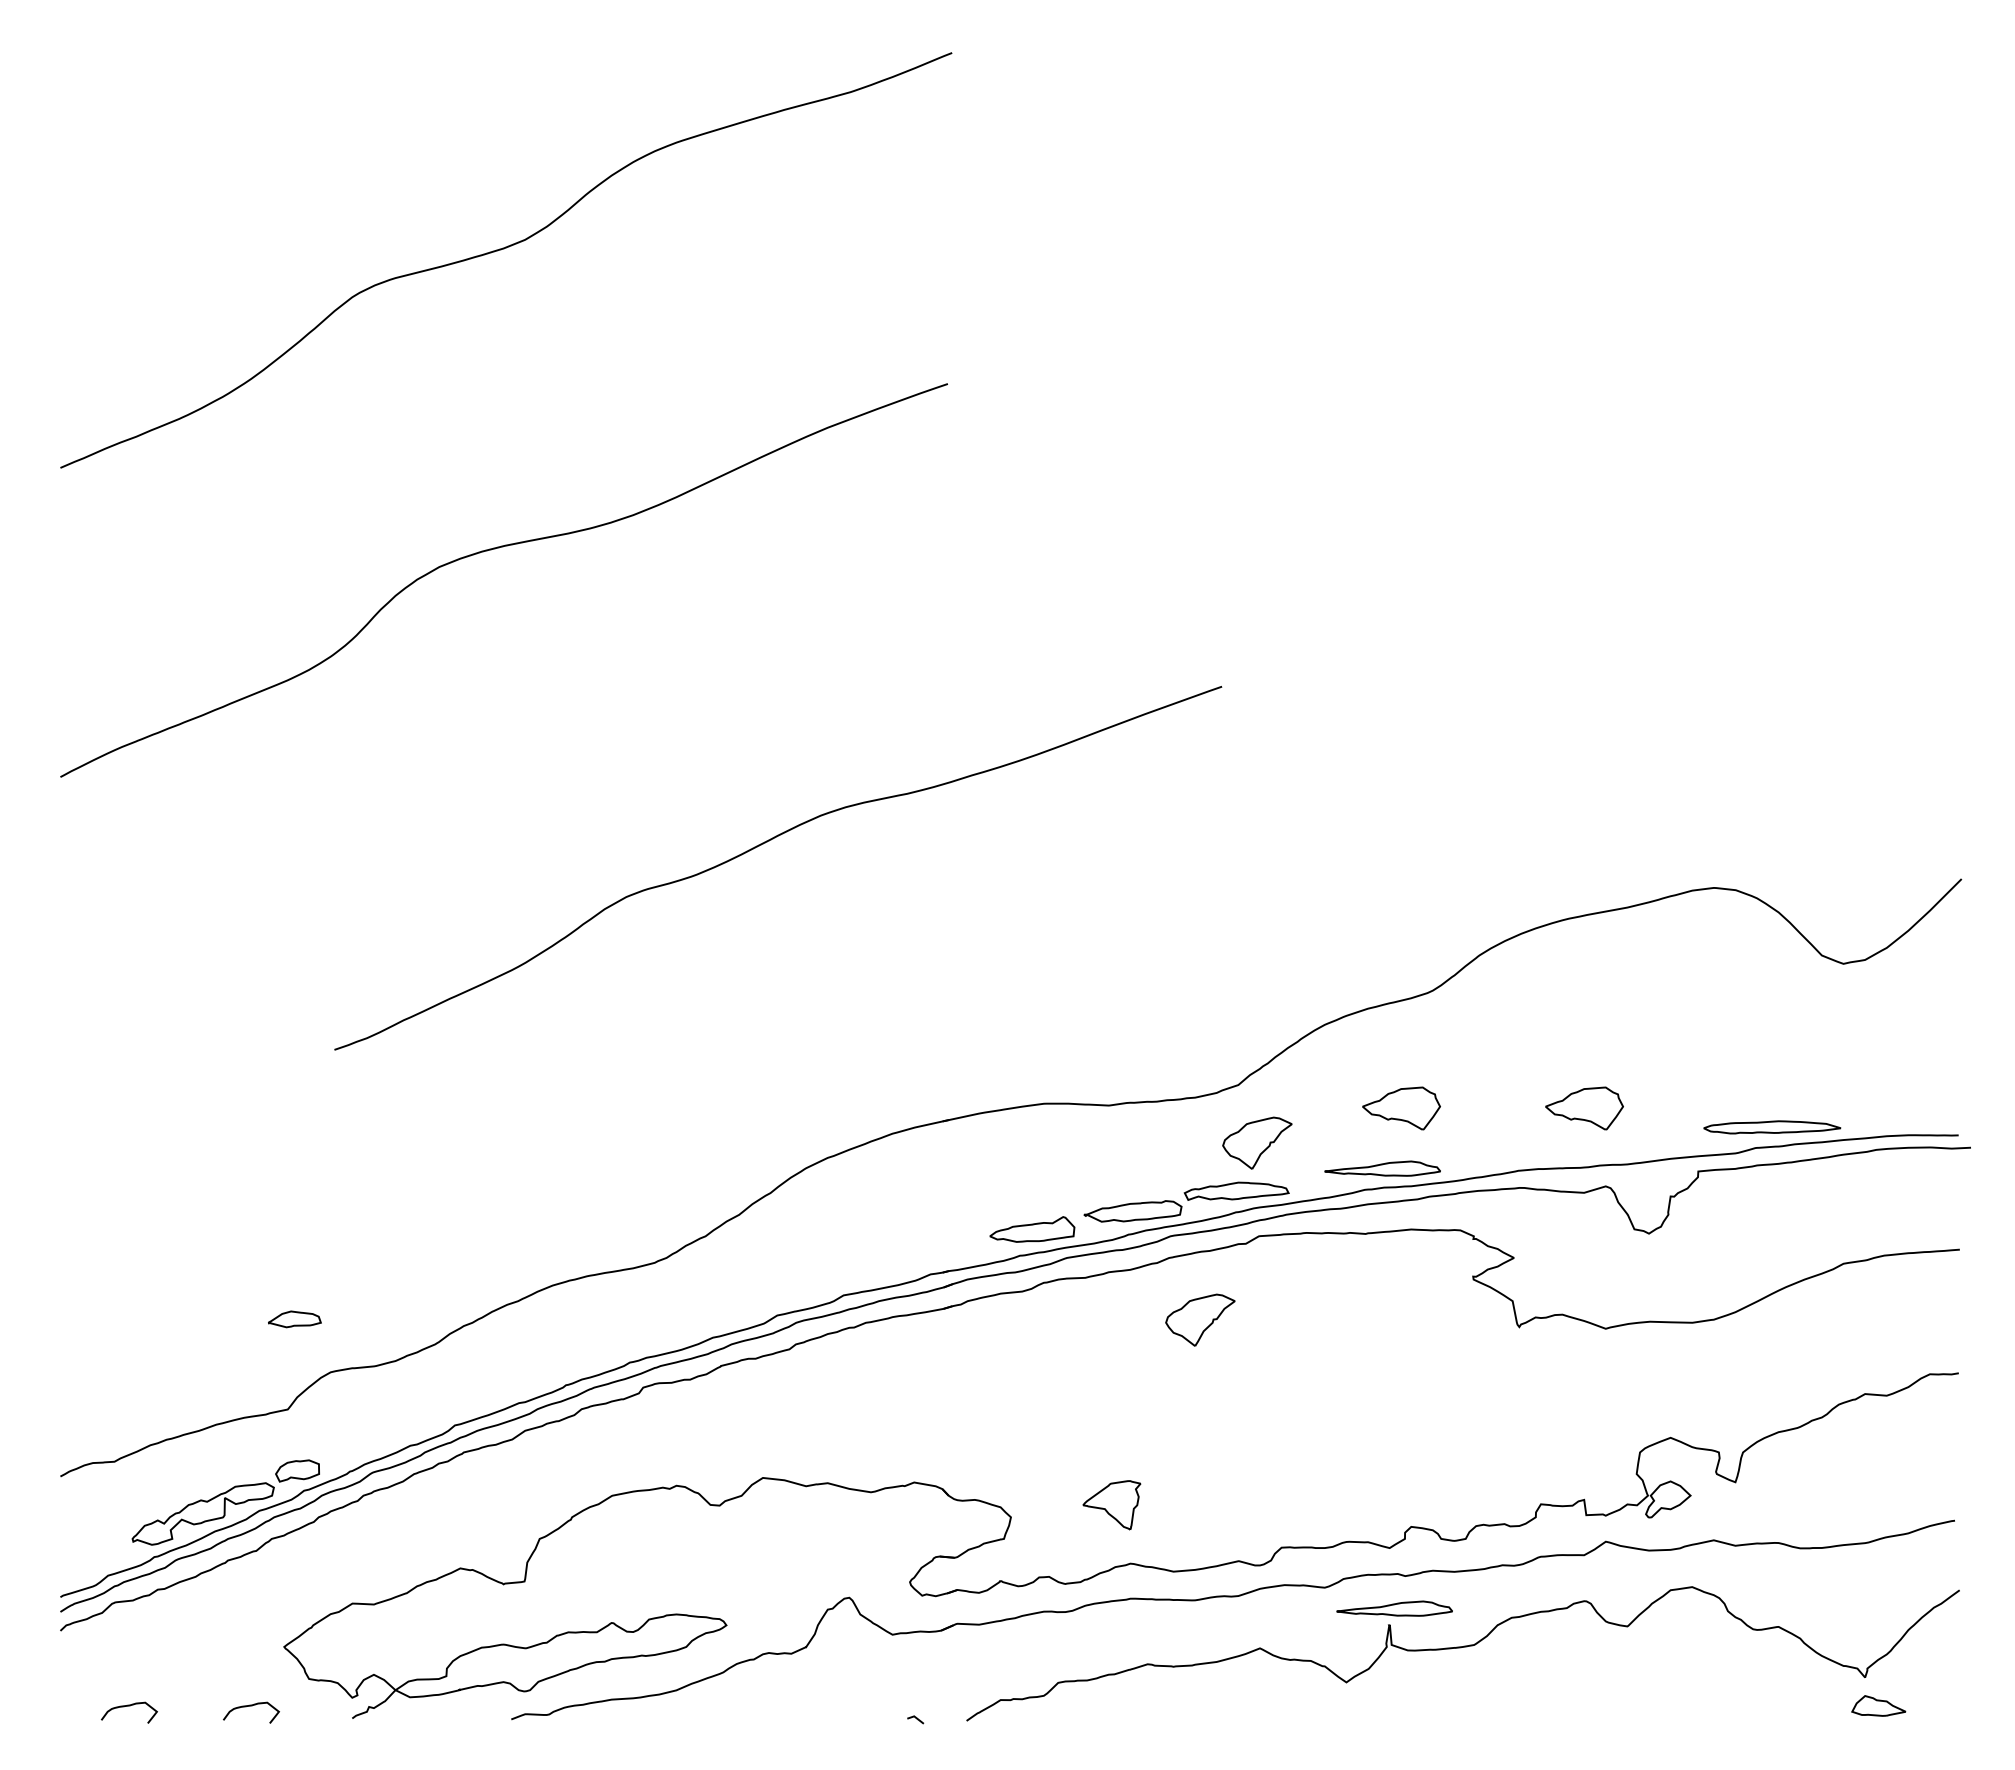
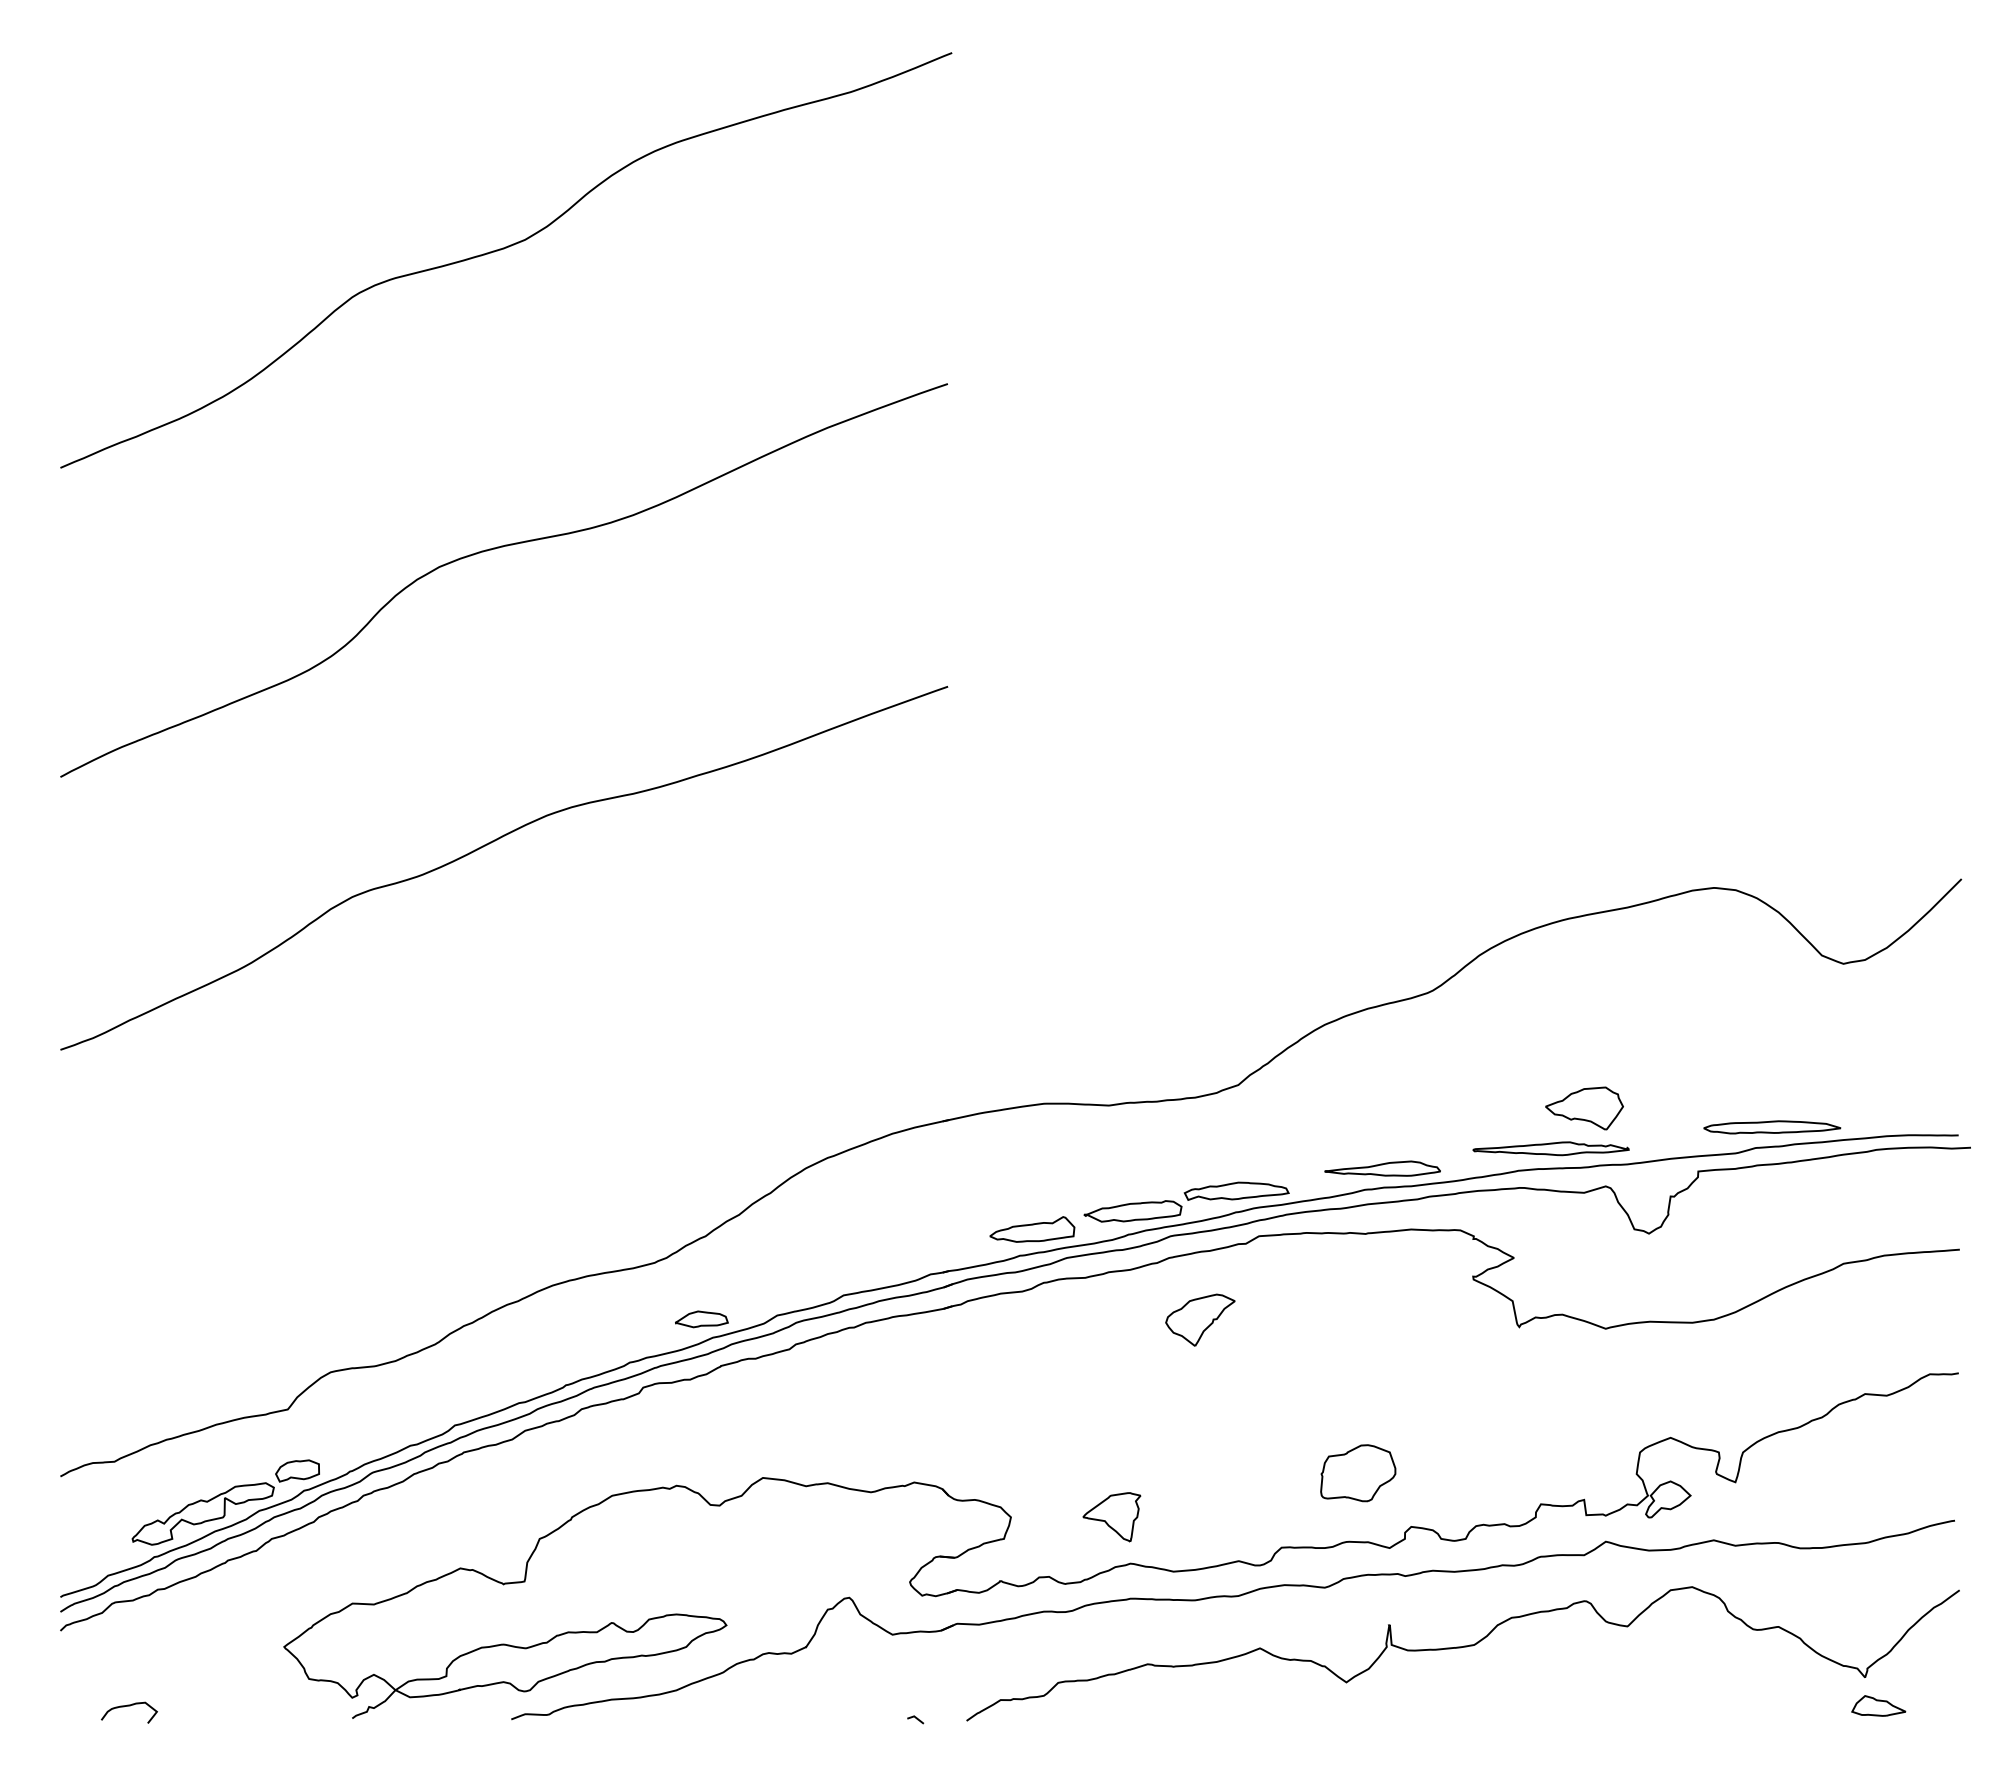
curve at (765, 843) position: (765, 843) -> (491, 843)
part at (1401, 1108): present -> none
part at (1257, 1142): present -> none
part at (1550, 1148): none -> present
part at (294, 1319) position: (294, 1319) -> (701, 1319)
part at (1358, 1473): none -> present
part at (1111, 1505) position: (1111, 1505) -> (1111, 1517)
part at (1394, 1608): present -> none
curve at (251, 1706): present -> none
